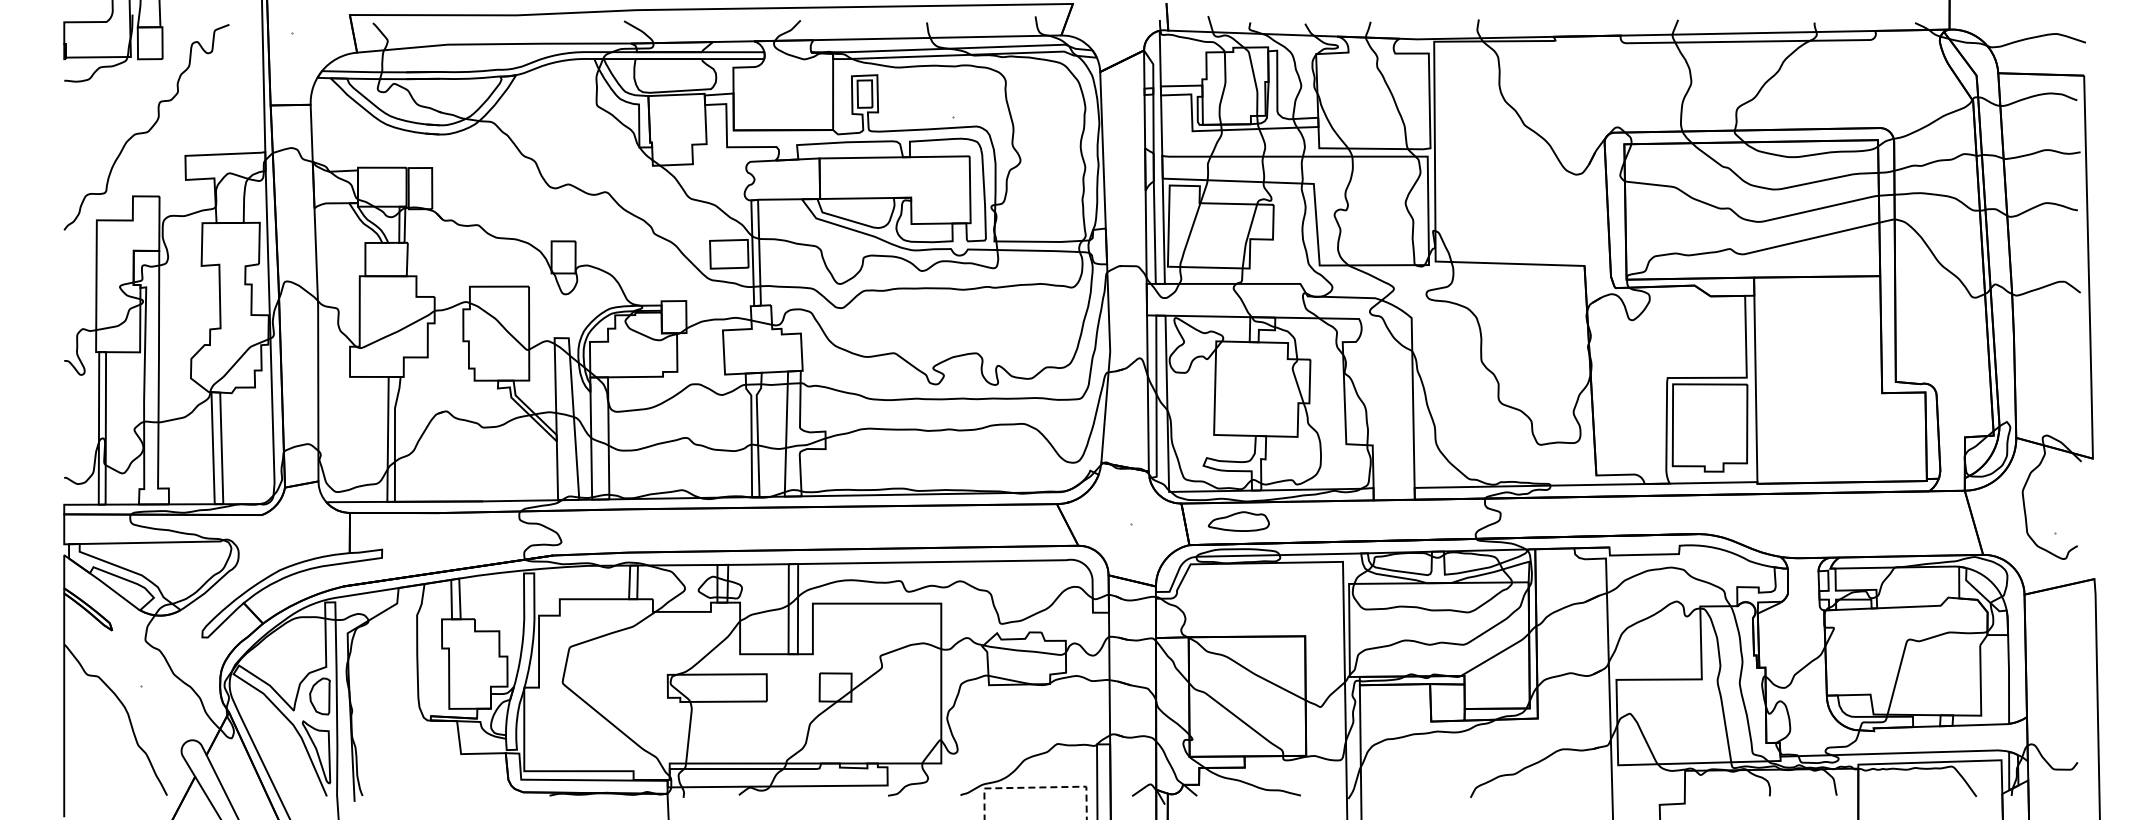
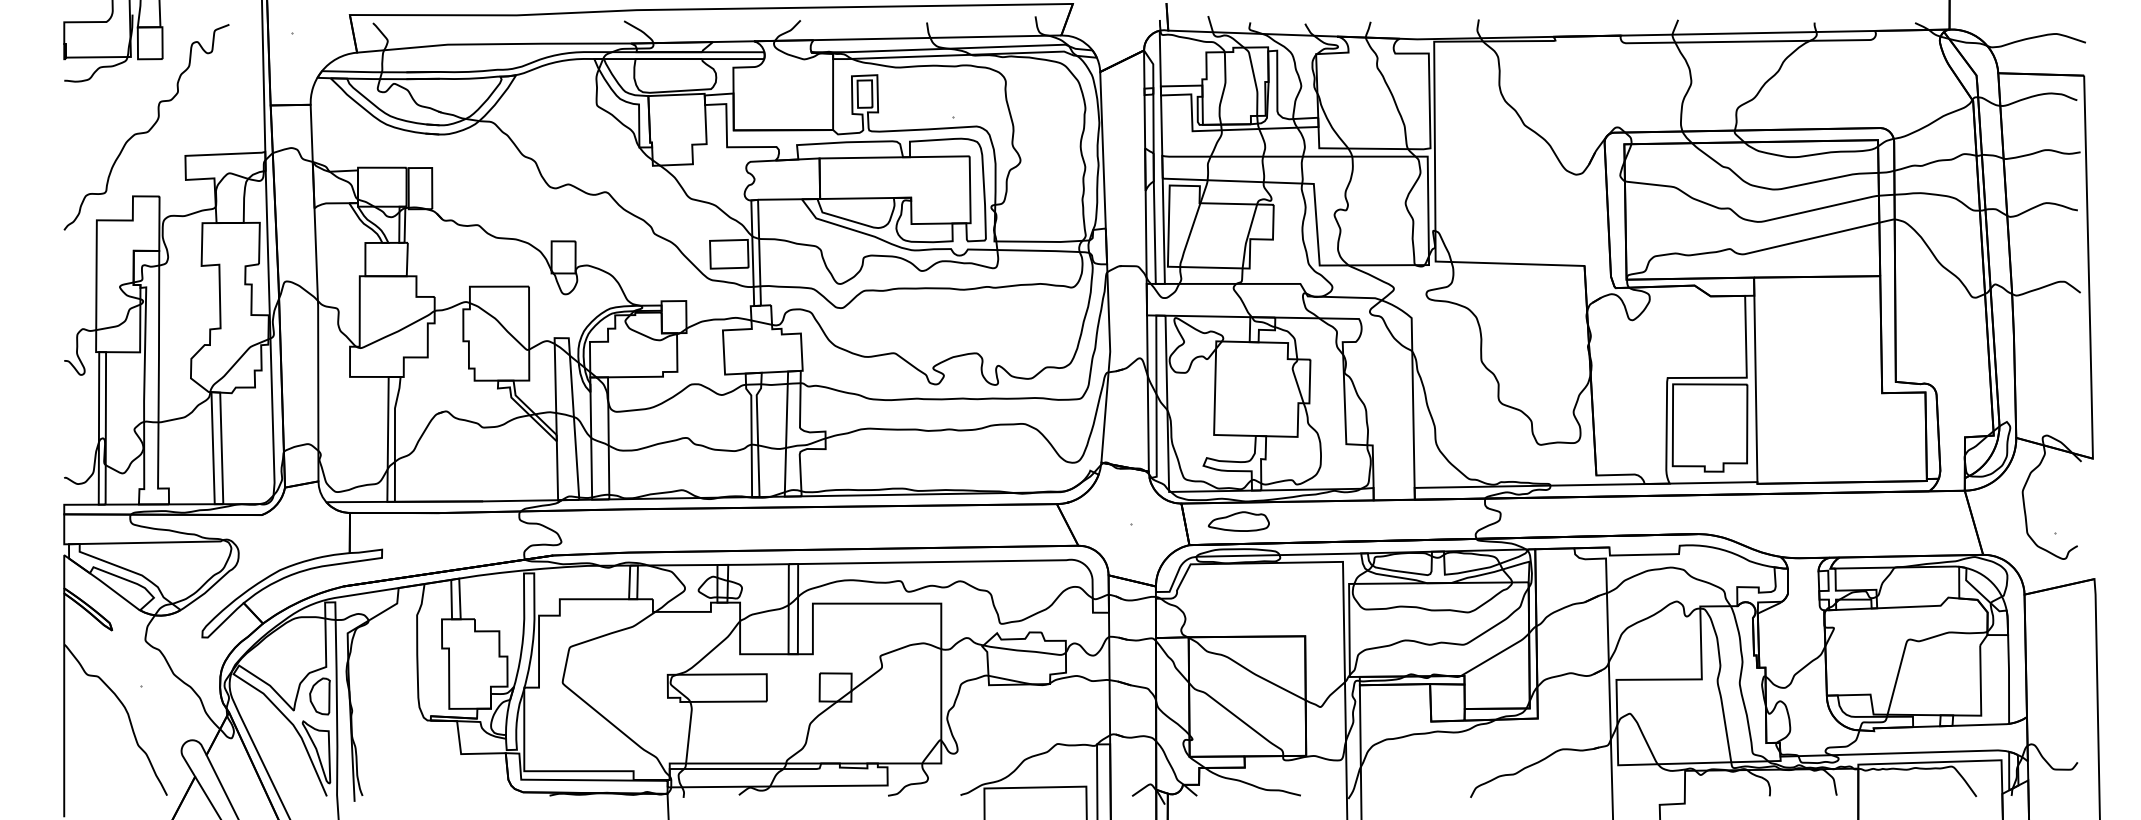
line at (1036, 787): dashed -> solid
